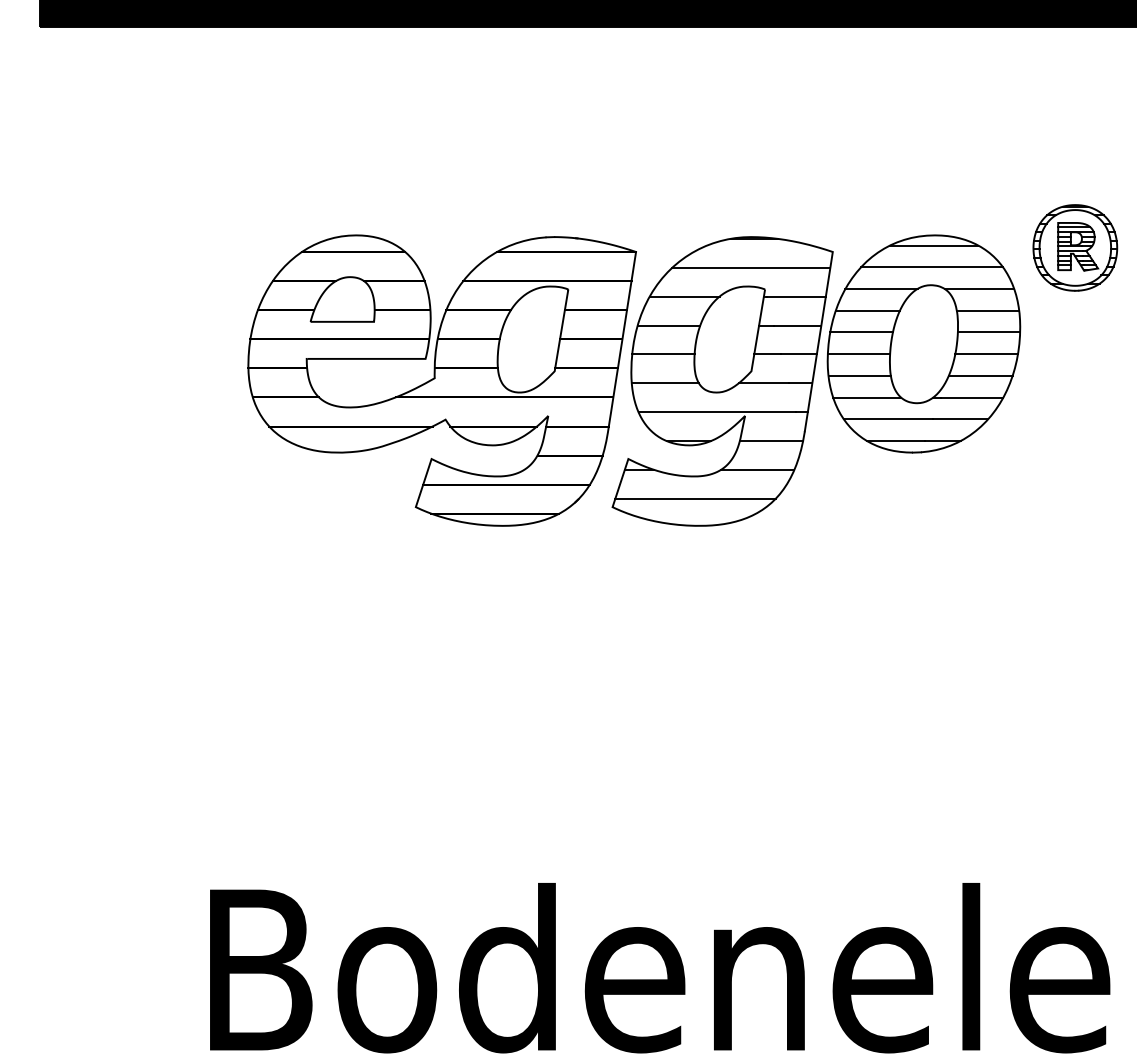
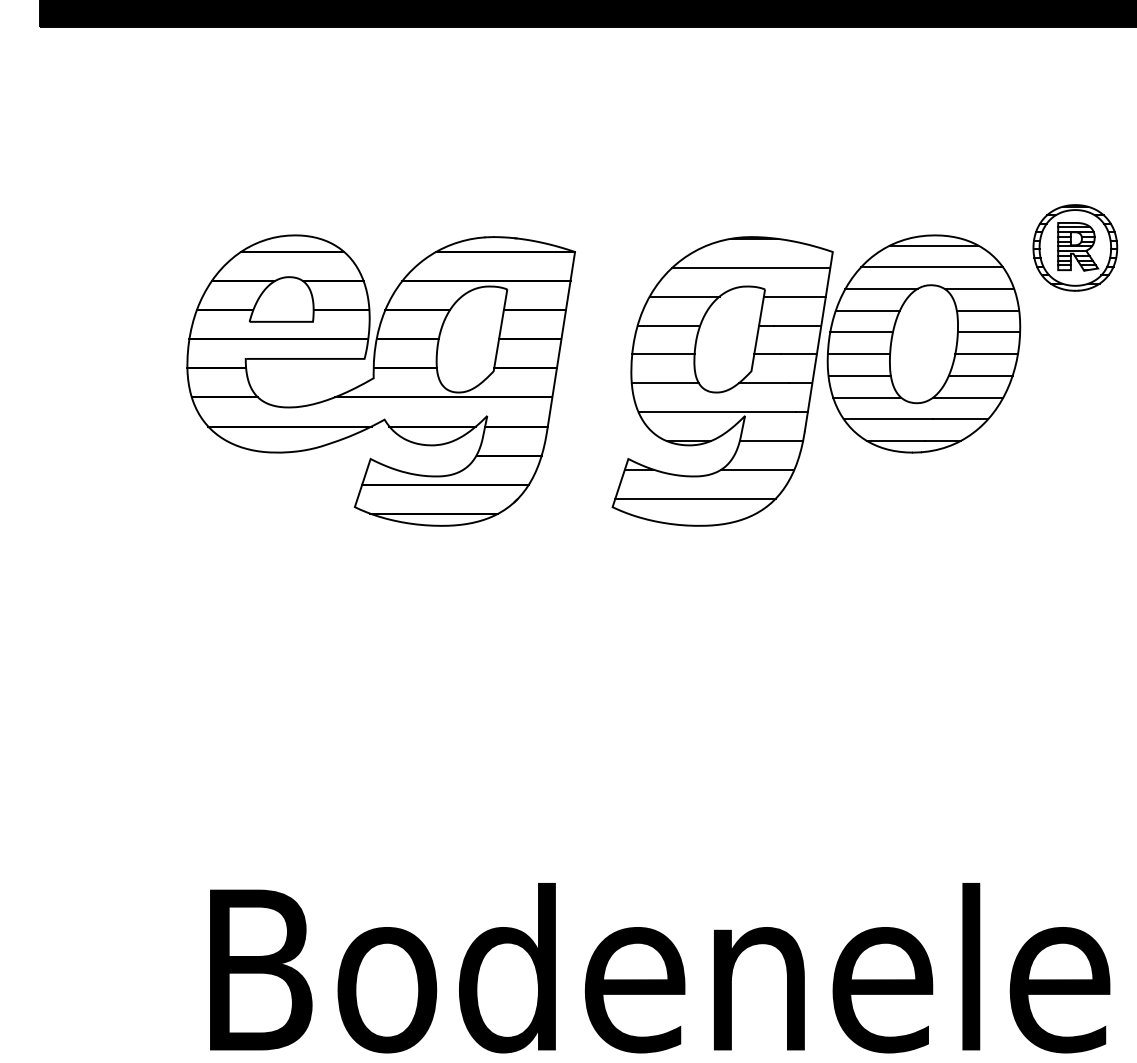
part at (441, 380) position: (441, 380) -> (380, 380)
